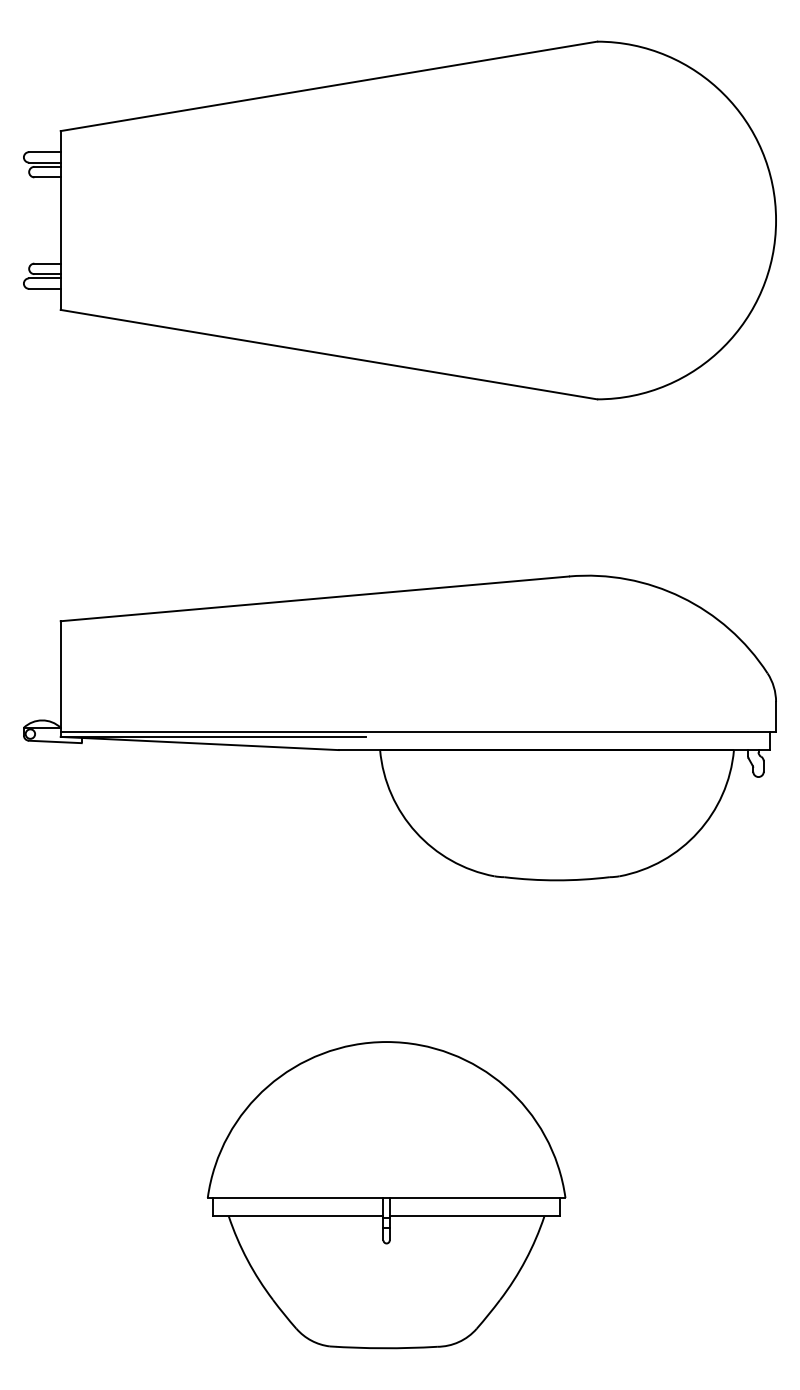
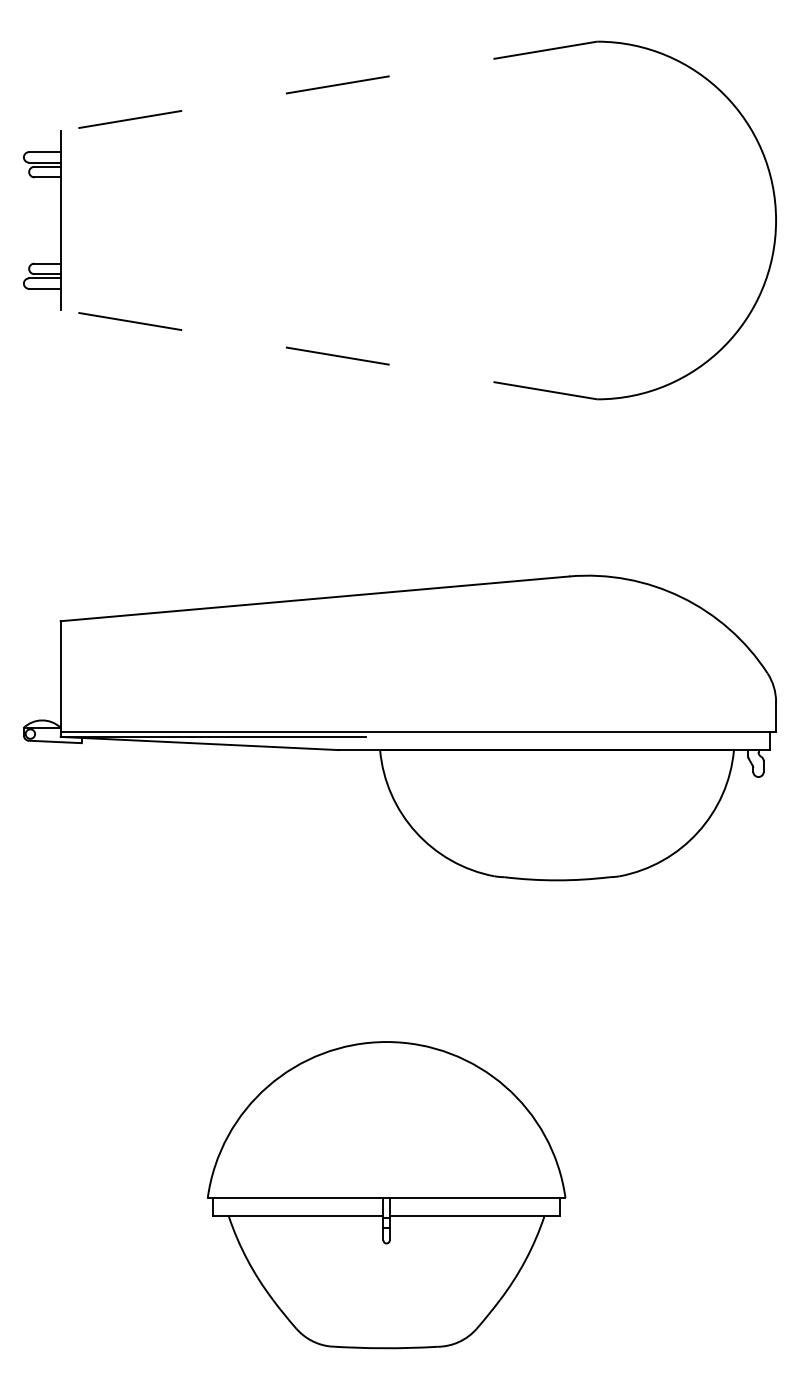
line at (328, 86): solid -> dashed
line at (328, 354): solid -> dashed
